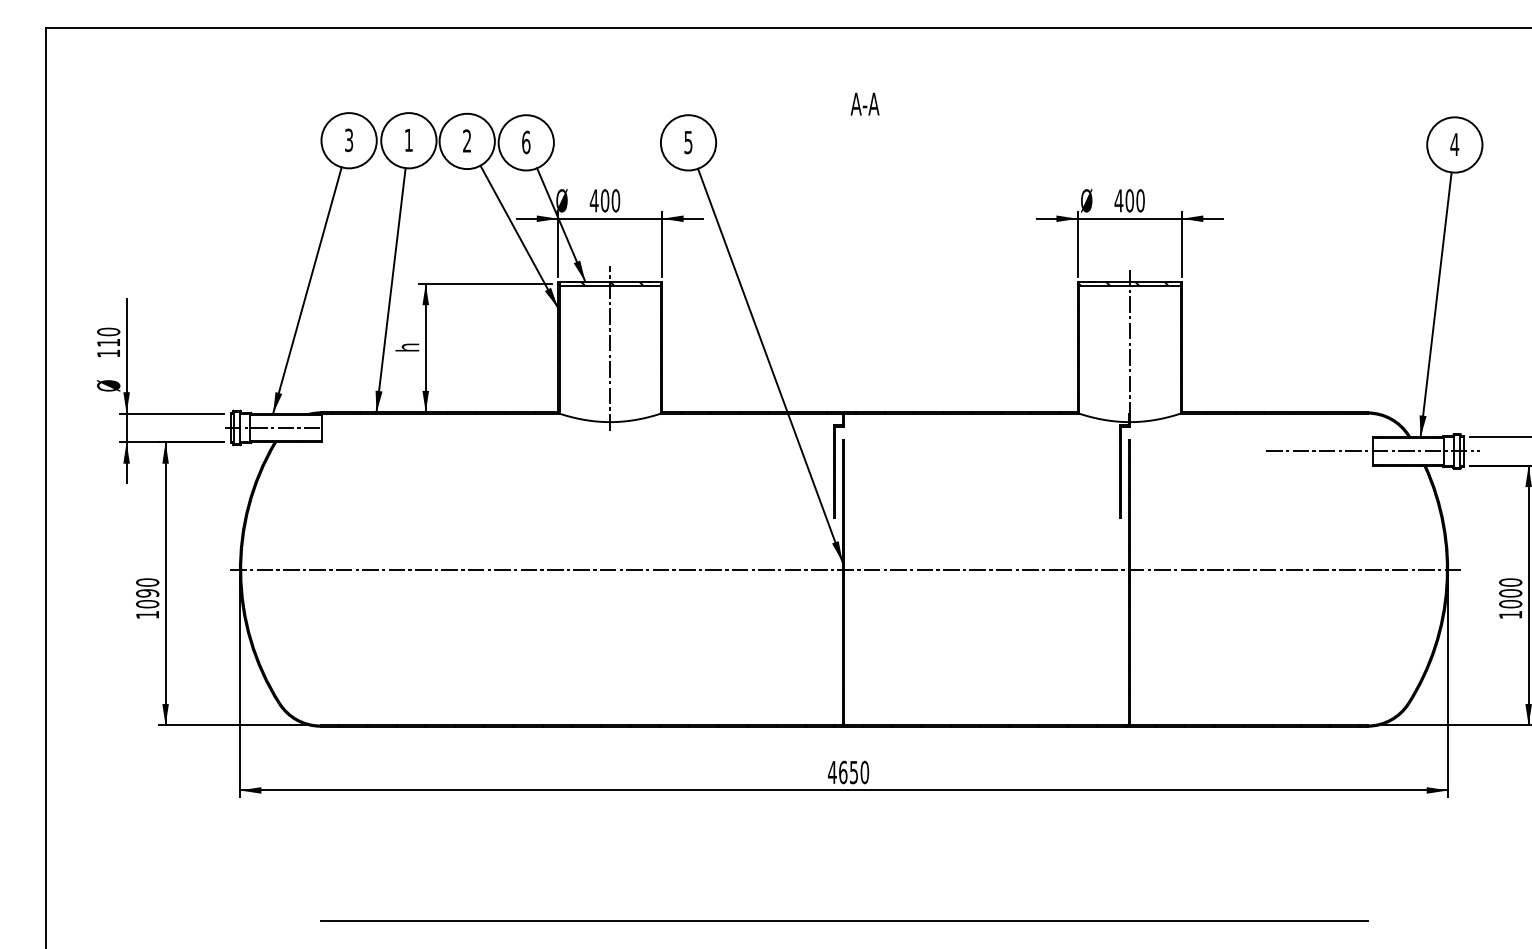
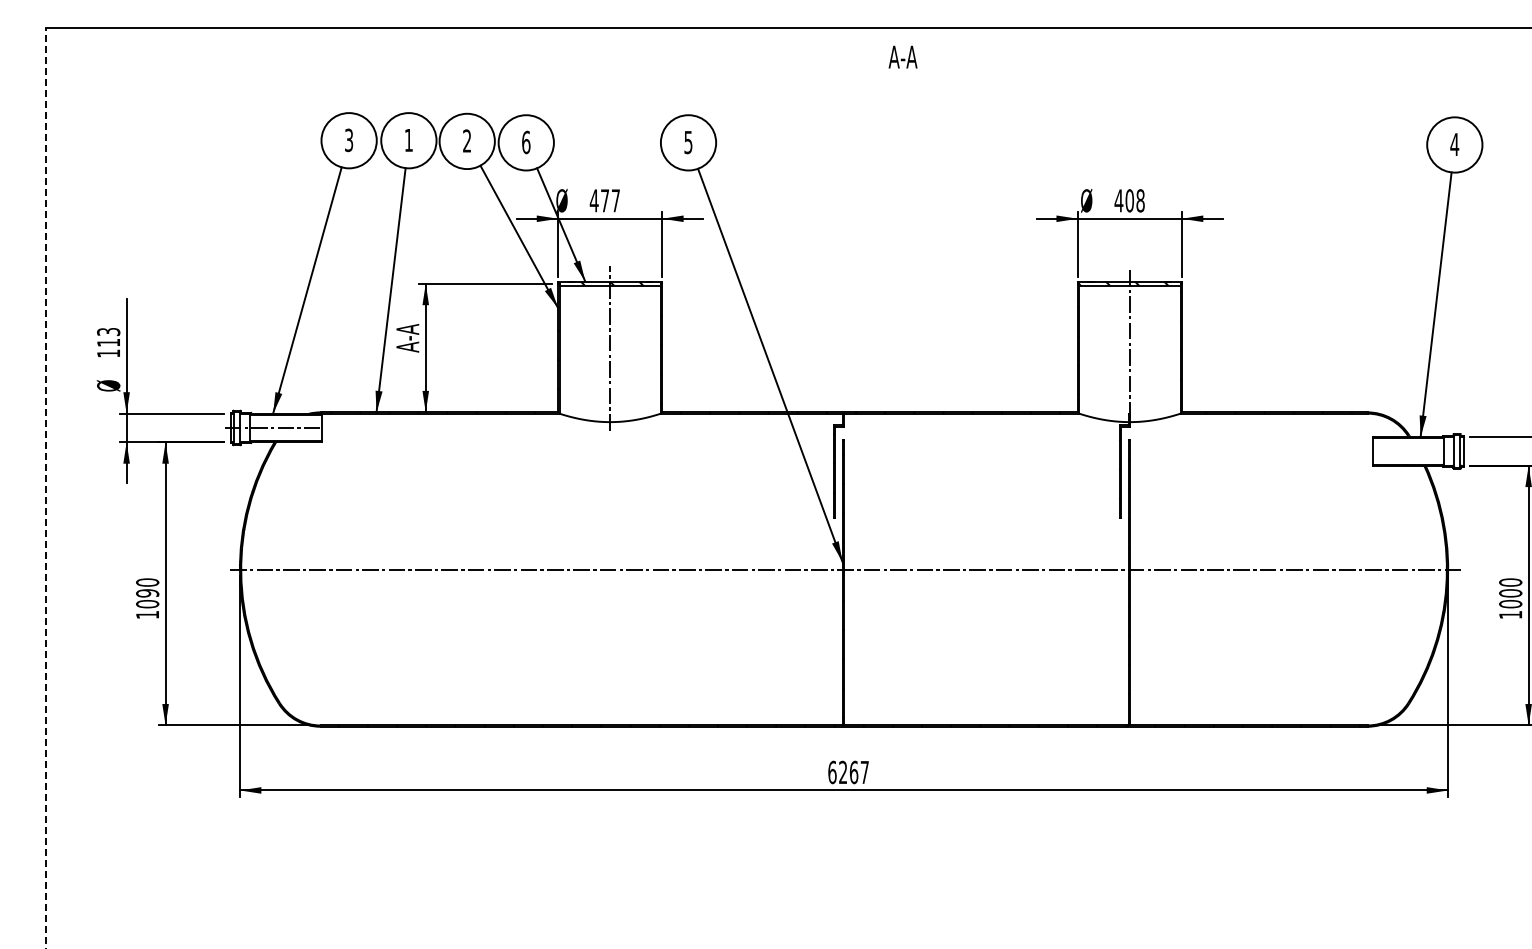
text at (864, 103) position: (864, 103) -> (902, 56)
text at (610, 200): 400 -> 477
text at (1140, 200): 400 -> 408
text at (108, 331): 110 -> 113
text at (407, 338): h -> A-A
line at (1372, 451): present -> none
line at (45, 488): solid -> dashed
text at (848, 772): 4650 -> 6267
line at (843, 920): present -> none
